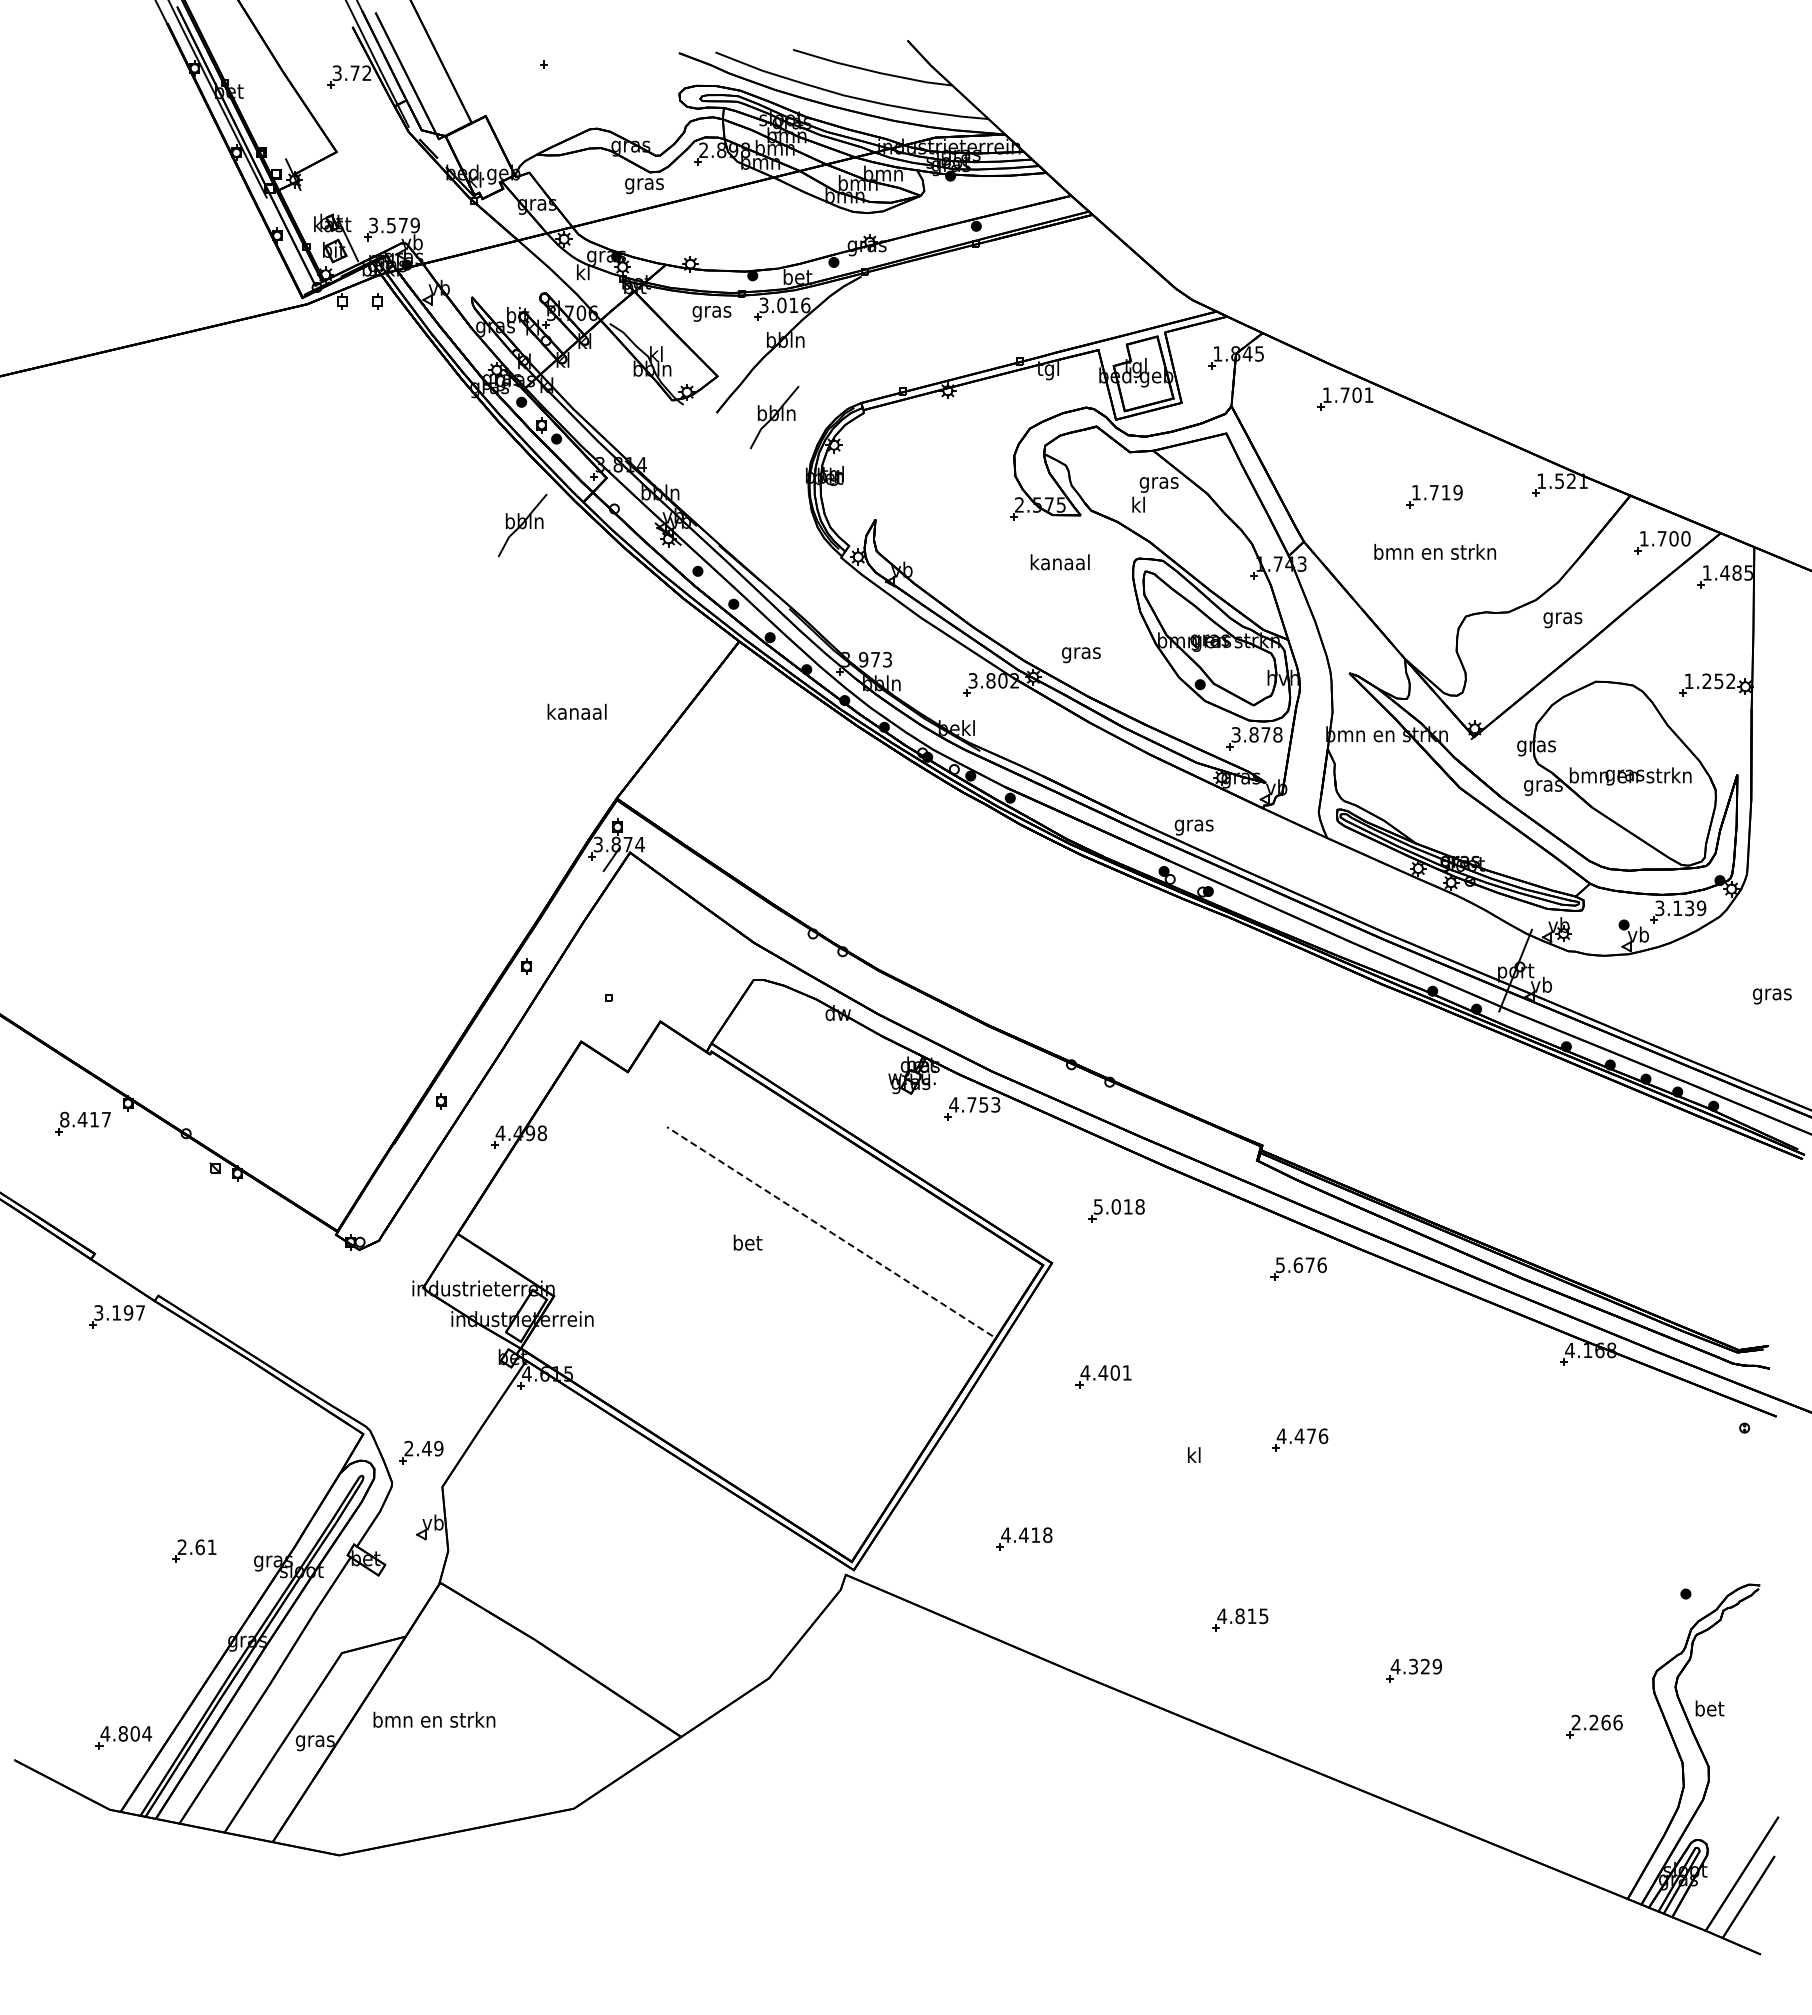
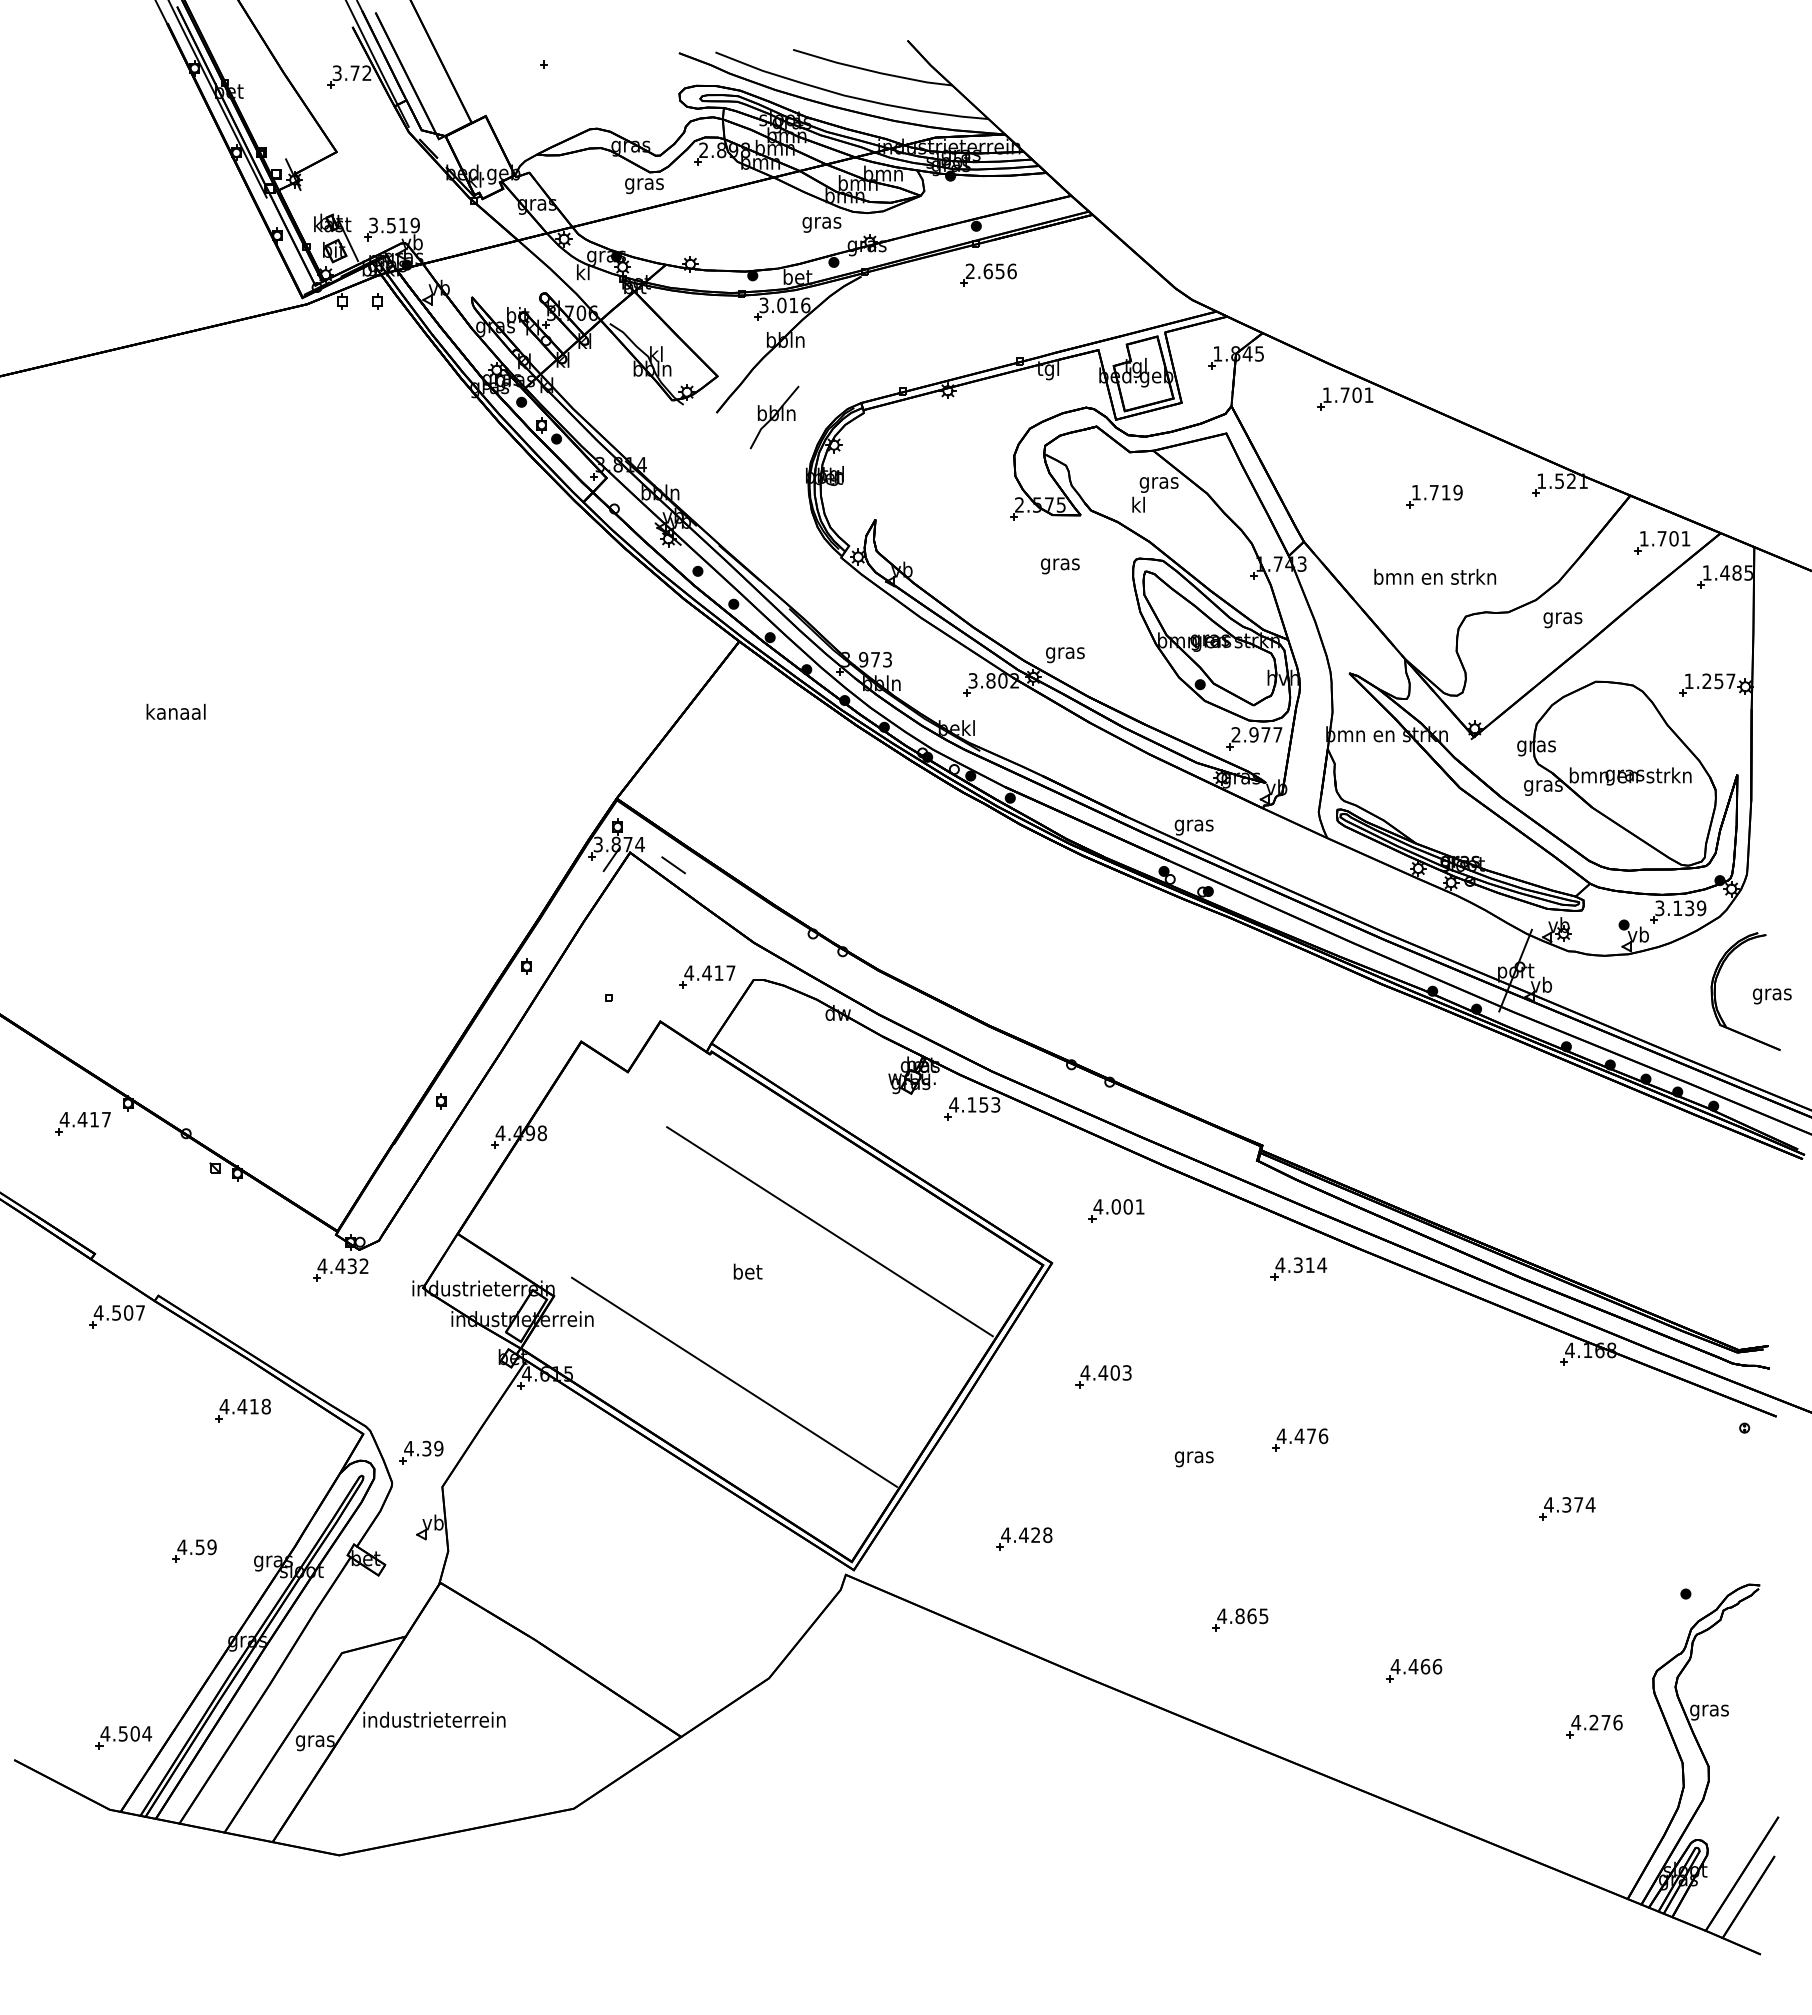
text at (403, 225): 3.579 -> 3.519
part at (988, 274): none -> present
text at (711, 313) position: (711, 313) -> (821, 224)
part at (522, 525): present -> none
text at (1685, 538): 1.700 -> 1.701
text at (1435, 551) position: (1435, 551) -> (1435, 576)
text at (1059, 564): kanaal -> gras
text at (1081, 655) position: (1081, 655) -> (1065, 655)
text at (1730, 680): 1.252 -> 1.257
text at (576, 711) position: (576, 711) -> (175, 711)
text at (1256, 734): 3.878 -> 2.977
line at (673, 865): none -> present
part at (707, 976): none -> present
part at (1715, 991): none -> present
text at (971, 1104): 4.753 -> 4.153
text at (64, 1119): 8.417 -> 4.417
text at (1118, 1206): 5.018 -> 4.001
line at (829, 1231): dashed -> solid
text at (747, 1242) position: (747, 1242) -> (747, 1271)
text at (1301, 1265): 5.676 -> 4.314
part at (340, 1269): none -> present
text at (113, 1312): 3.197 -> 4.507
text at (1126, 1372): 4.401 -> 4.403
line at (734, 1381): none -> present
part at (242, 1410): none -> present
text at (417, 1448): 2.49 -> 4.39
text at (1193, 1457): kl -> gras
part at (1567, 1508): none -> present
text at (1035, 1534): 4.418 -> 4.428
text at (196, 1547): 2.61 -> 4.59
text at (1251, 1616): 4.815 -> 4.865
text at (1425, 1666): 4.329 -> 4.466
text at (1709, 1710): bet -> gras
text at (434, 1719): bmn en strkn -> industrieterrein
text at (1590, 1722): 2.266 -> 4.276
text at (122, 1733): 4.804 -> 4.504
